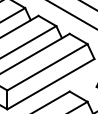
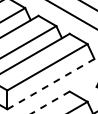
line at (51, 83): solid -> dashed
line at (49, 103): solid -> dashed
